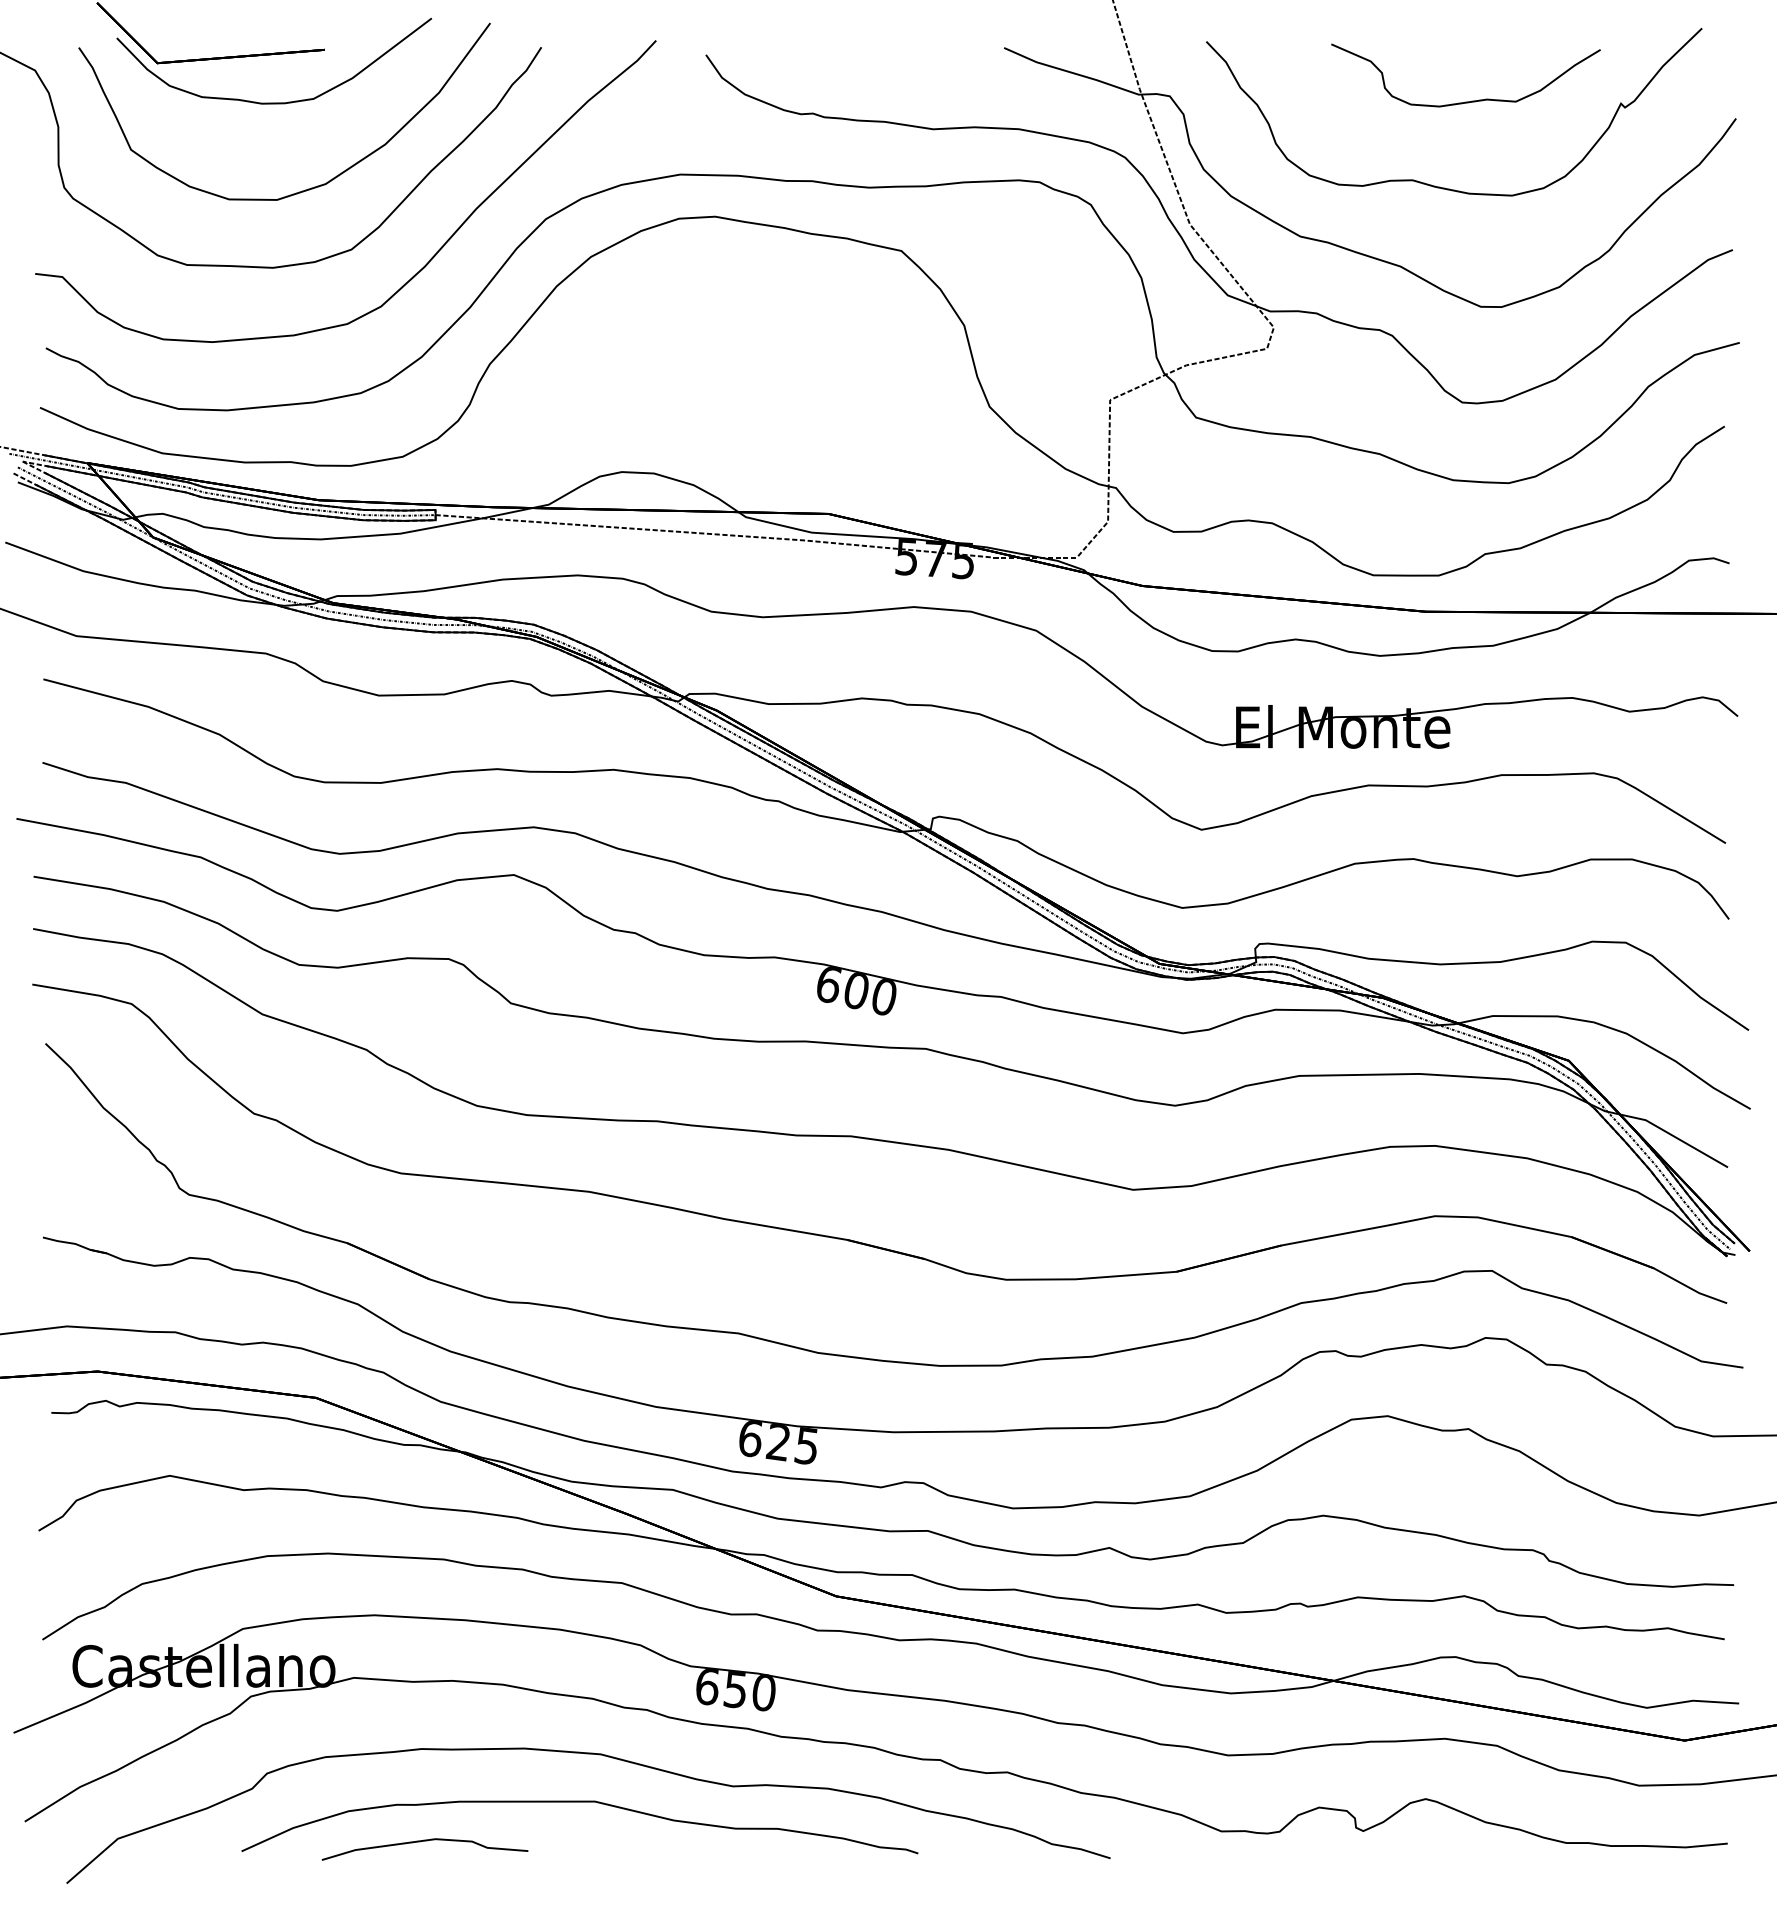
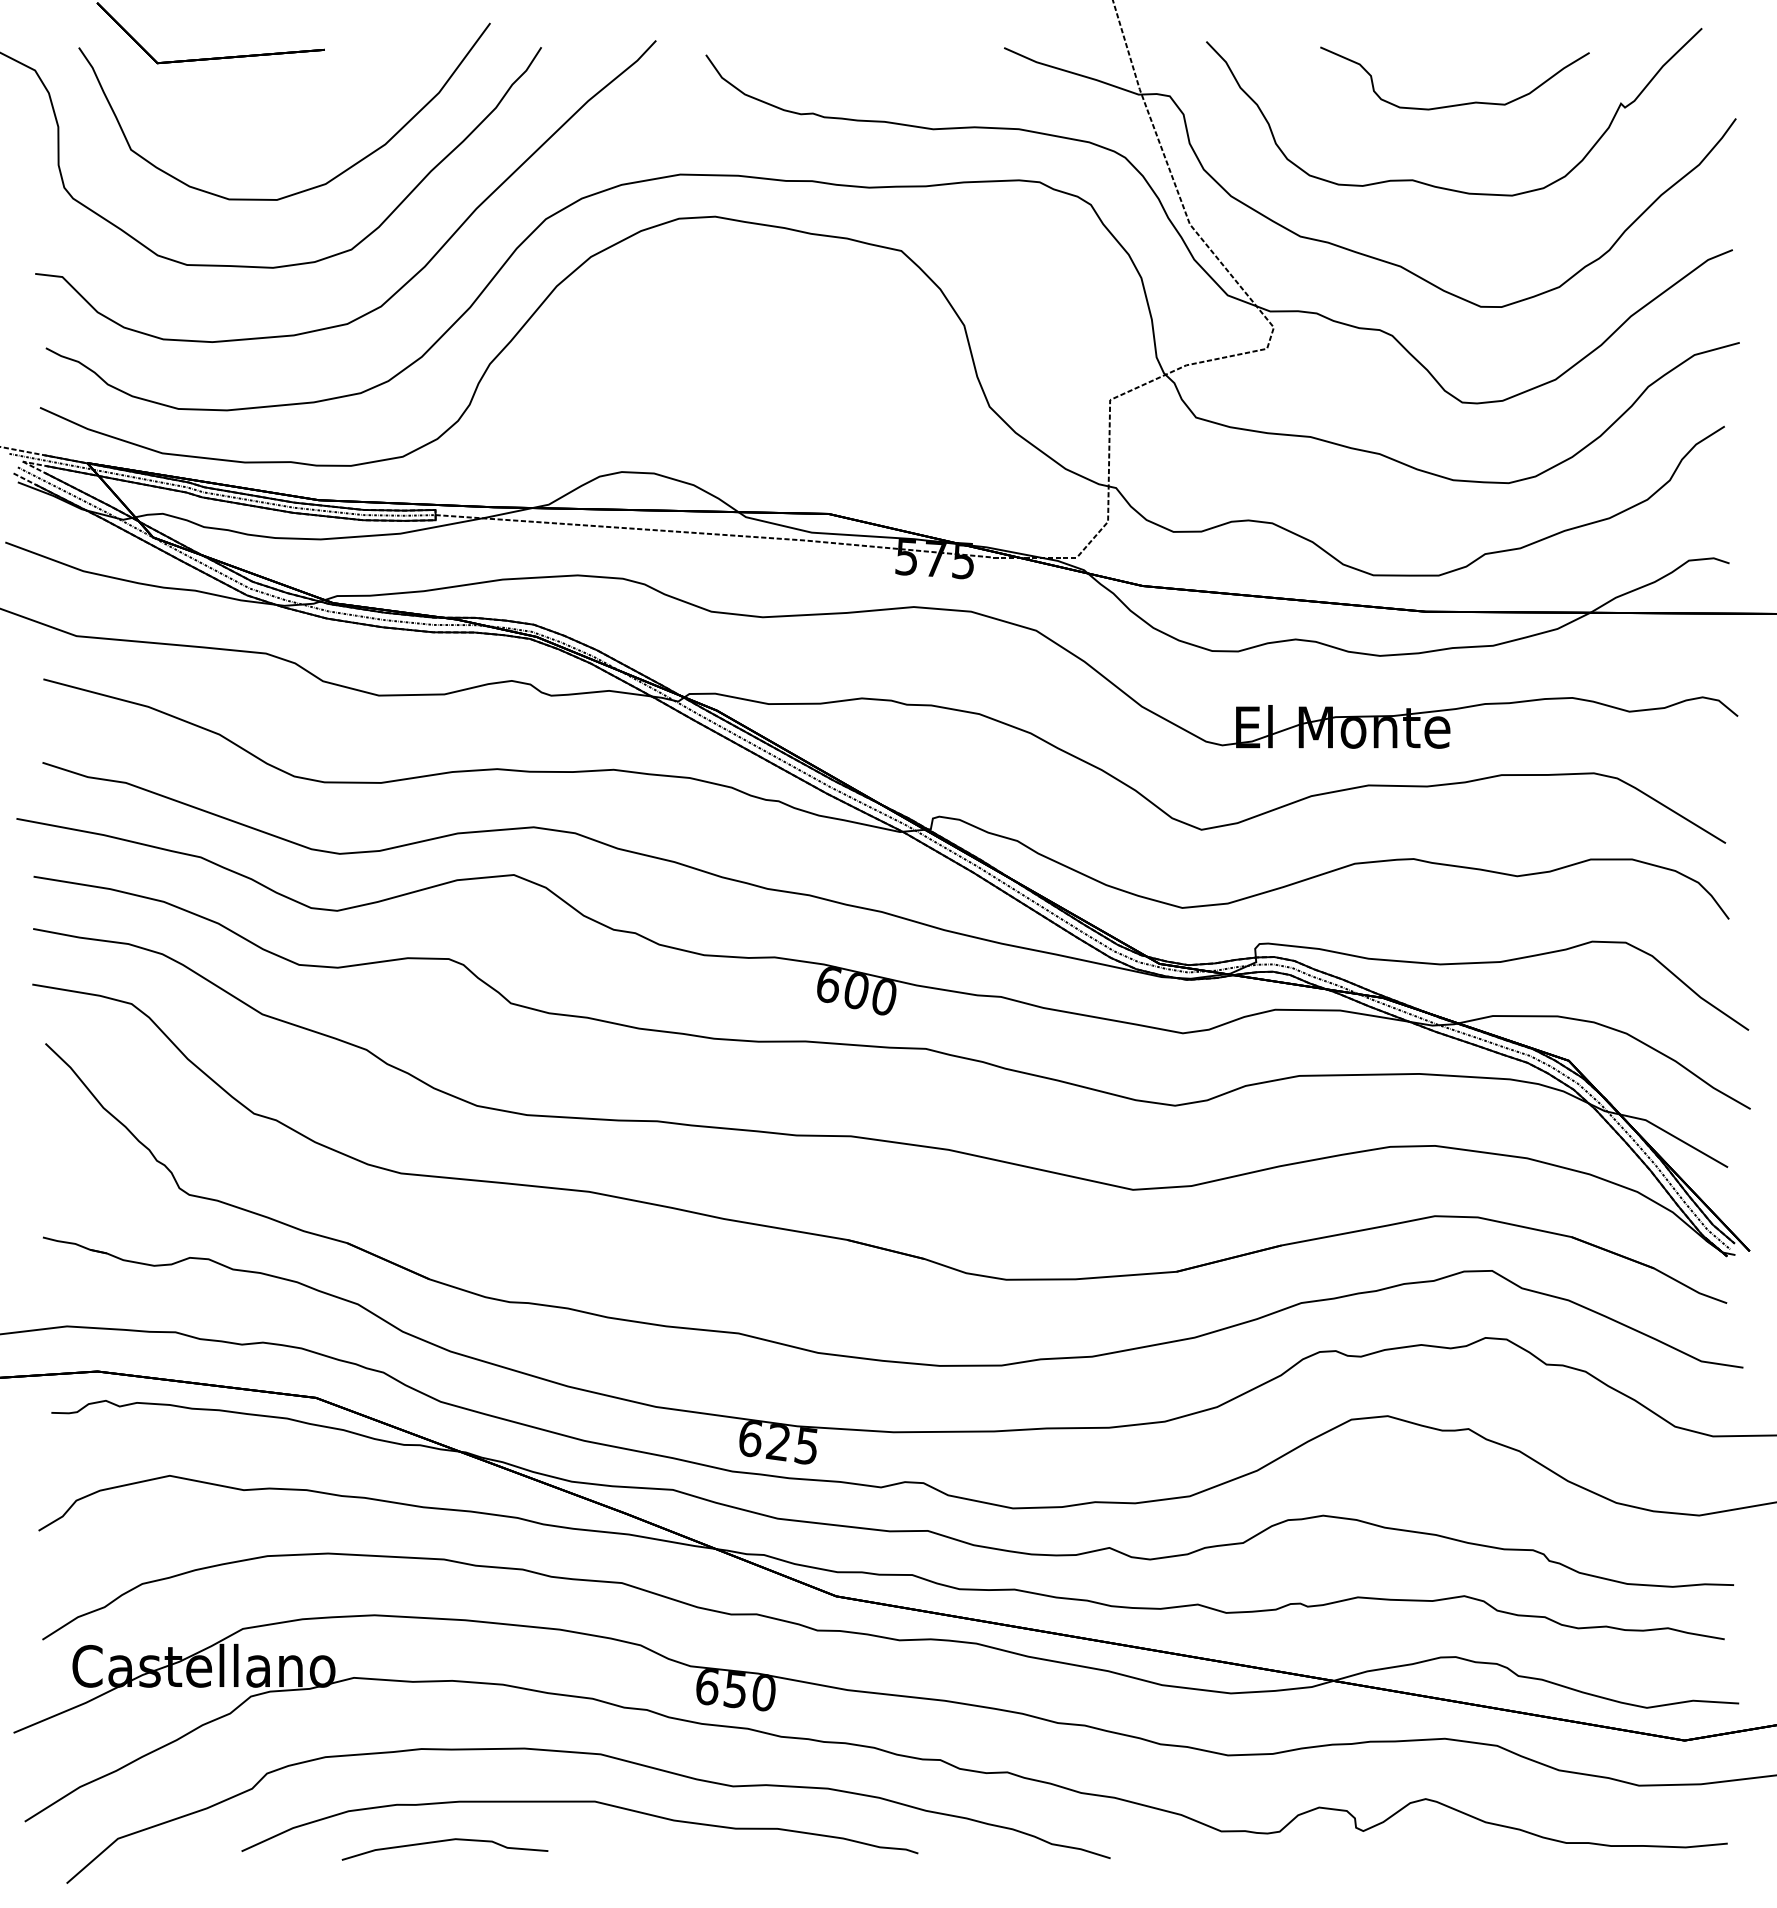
curve at (1472, 100) position: (1472, 100) -> (1461, 103)
curve at (273, 102): present -> none
curve at (424, 1841) position: (424, 1841) -> (444, 1841)
